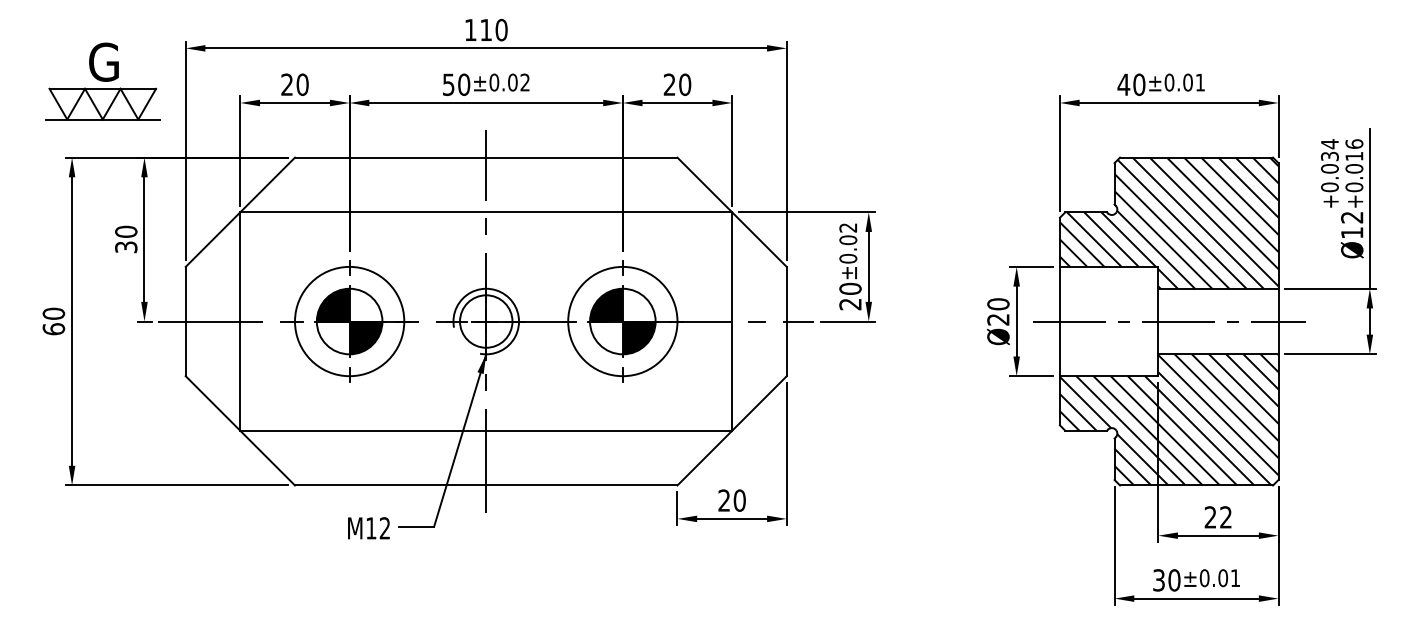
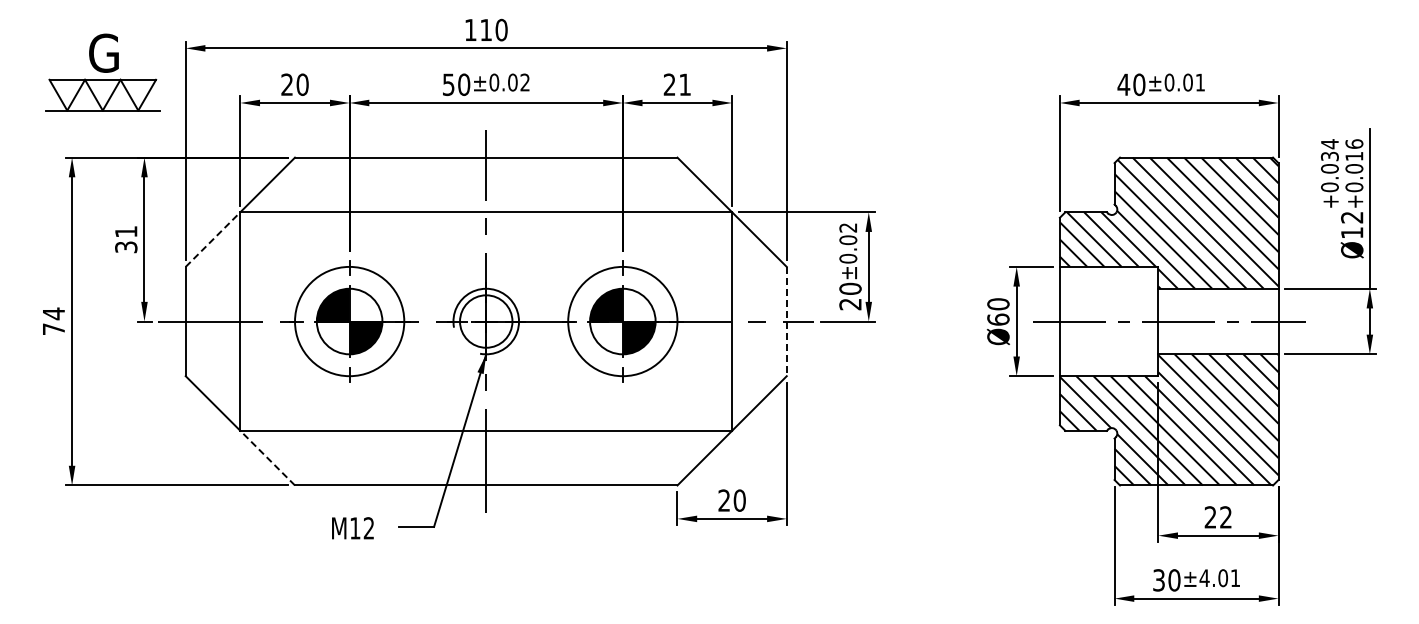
part at (102, 81) position: (102, 81) -> (102, 72)
text at (685, 84): 20 -> 21
text at (126, 231): 30 -> 31
line at (213, 239): solid -> dashed
text at (998, 319): Ø20 -> Ø60
text at (53, 321): 60 -> 74
line at (786, 321): solid -> dashed
line at (267, 458): solid -> dashed
text at (368, 528) position: (368, 528) -> (352, 528)
text at (1204, 578): ±0.01 -> ±4.01
